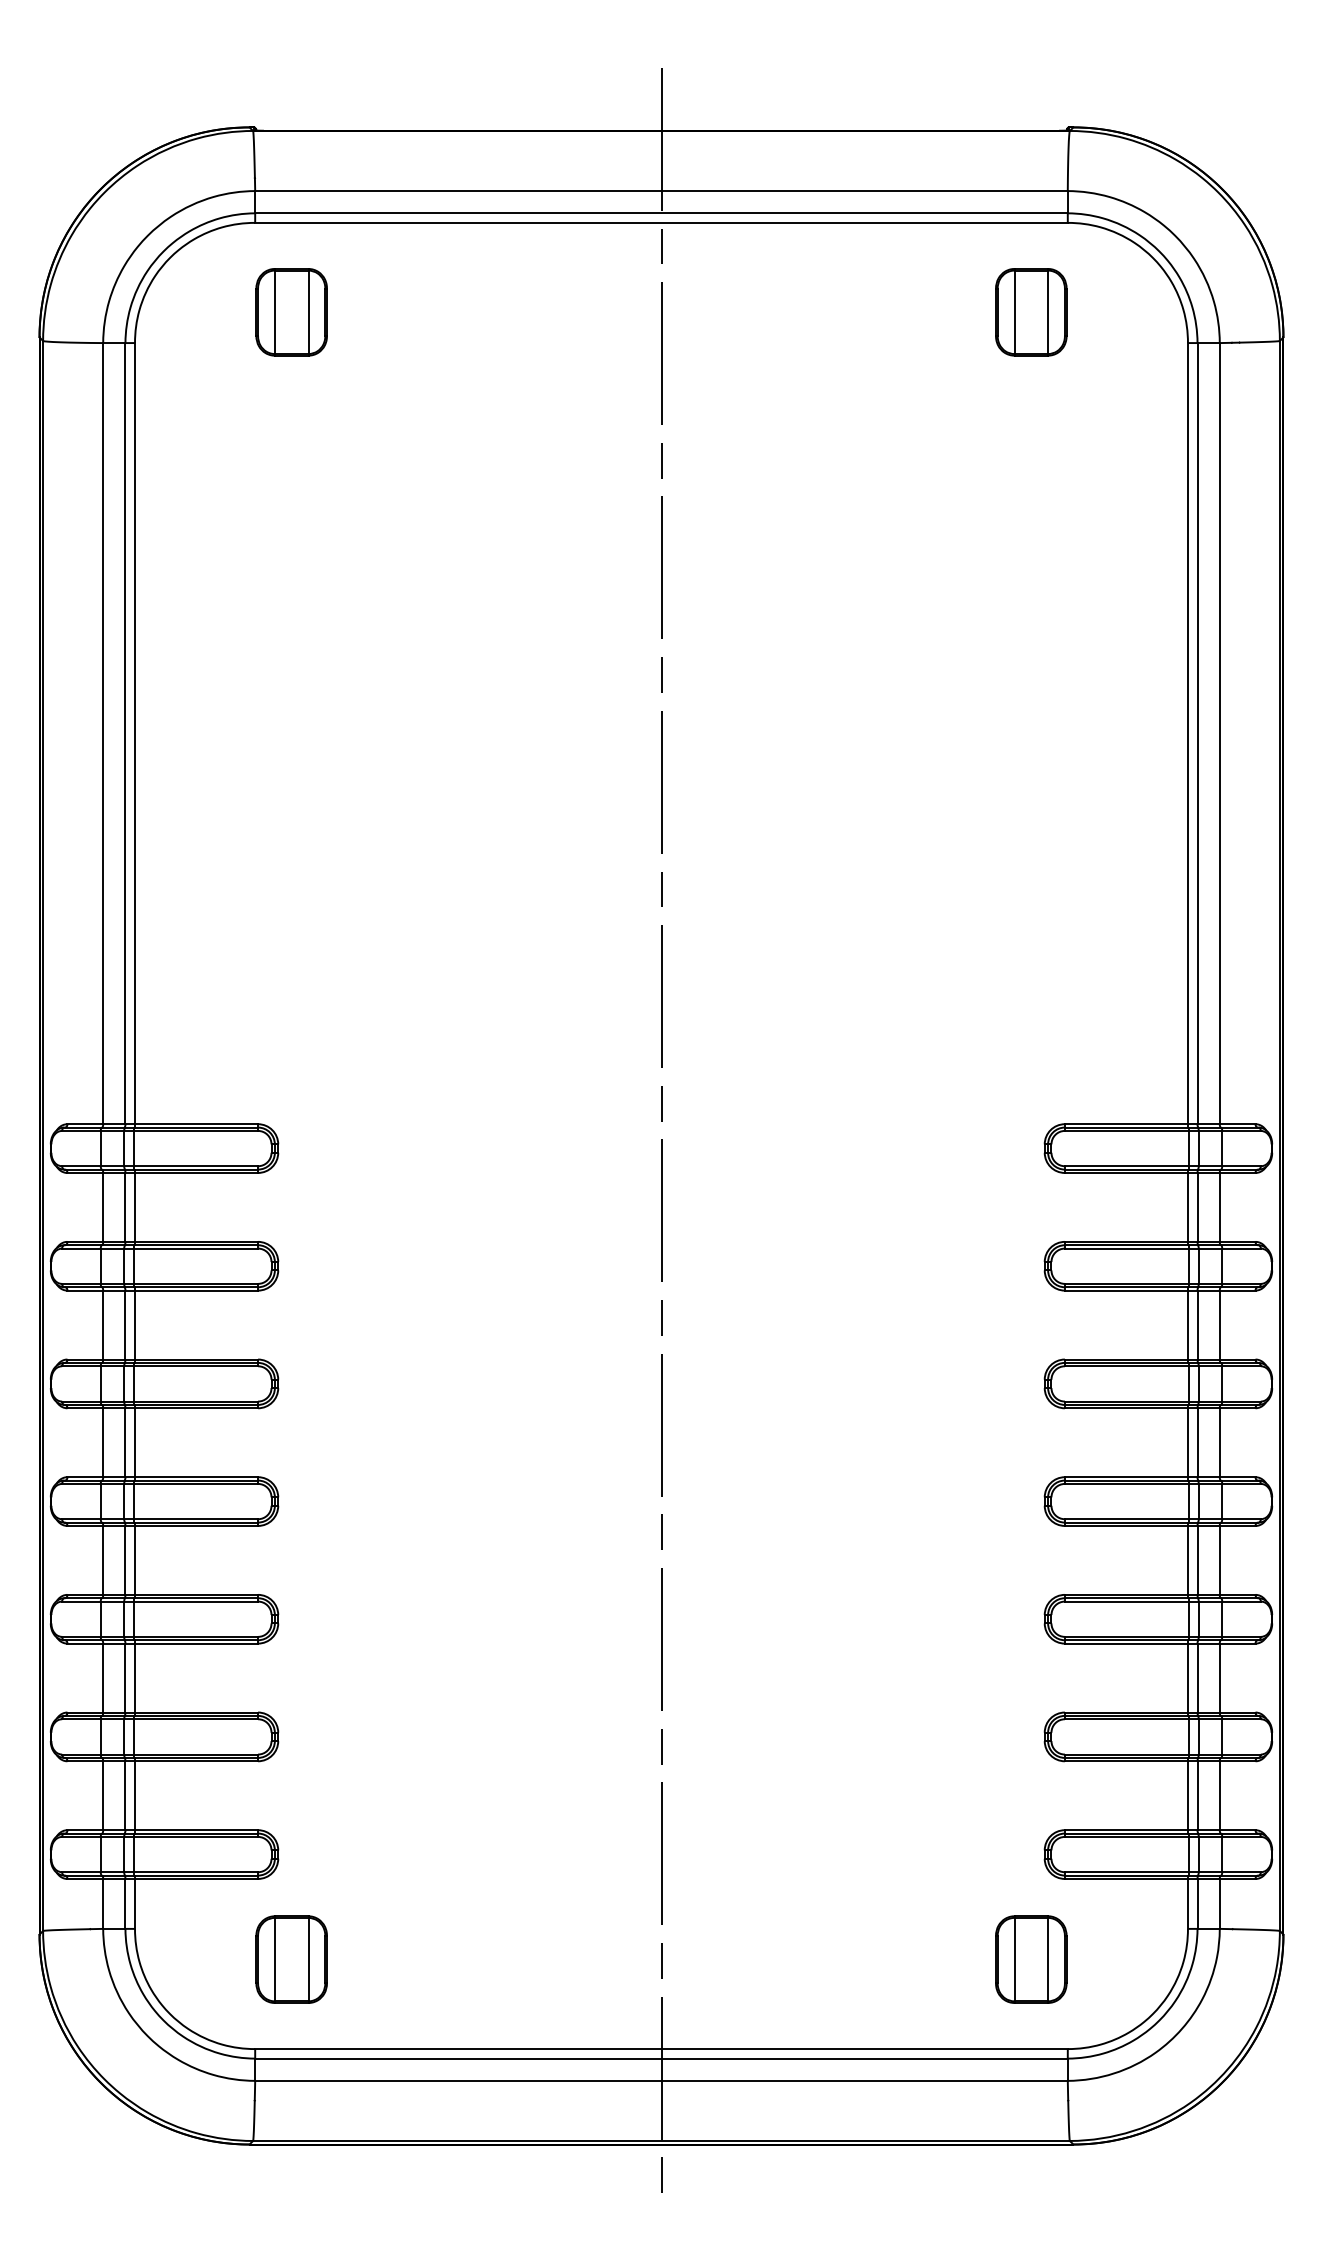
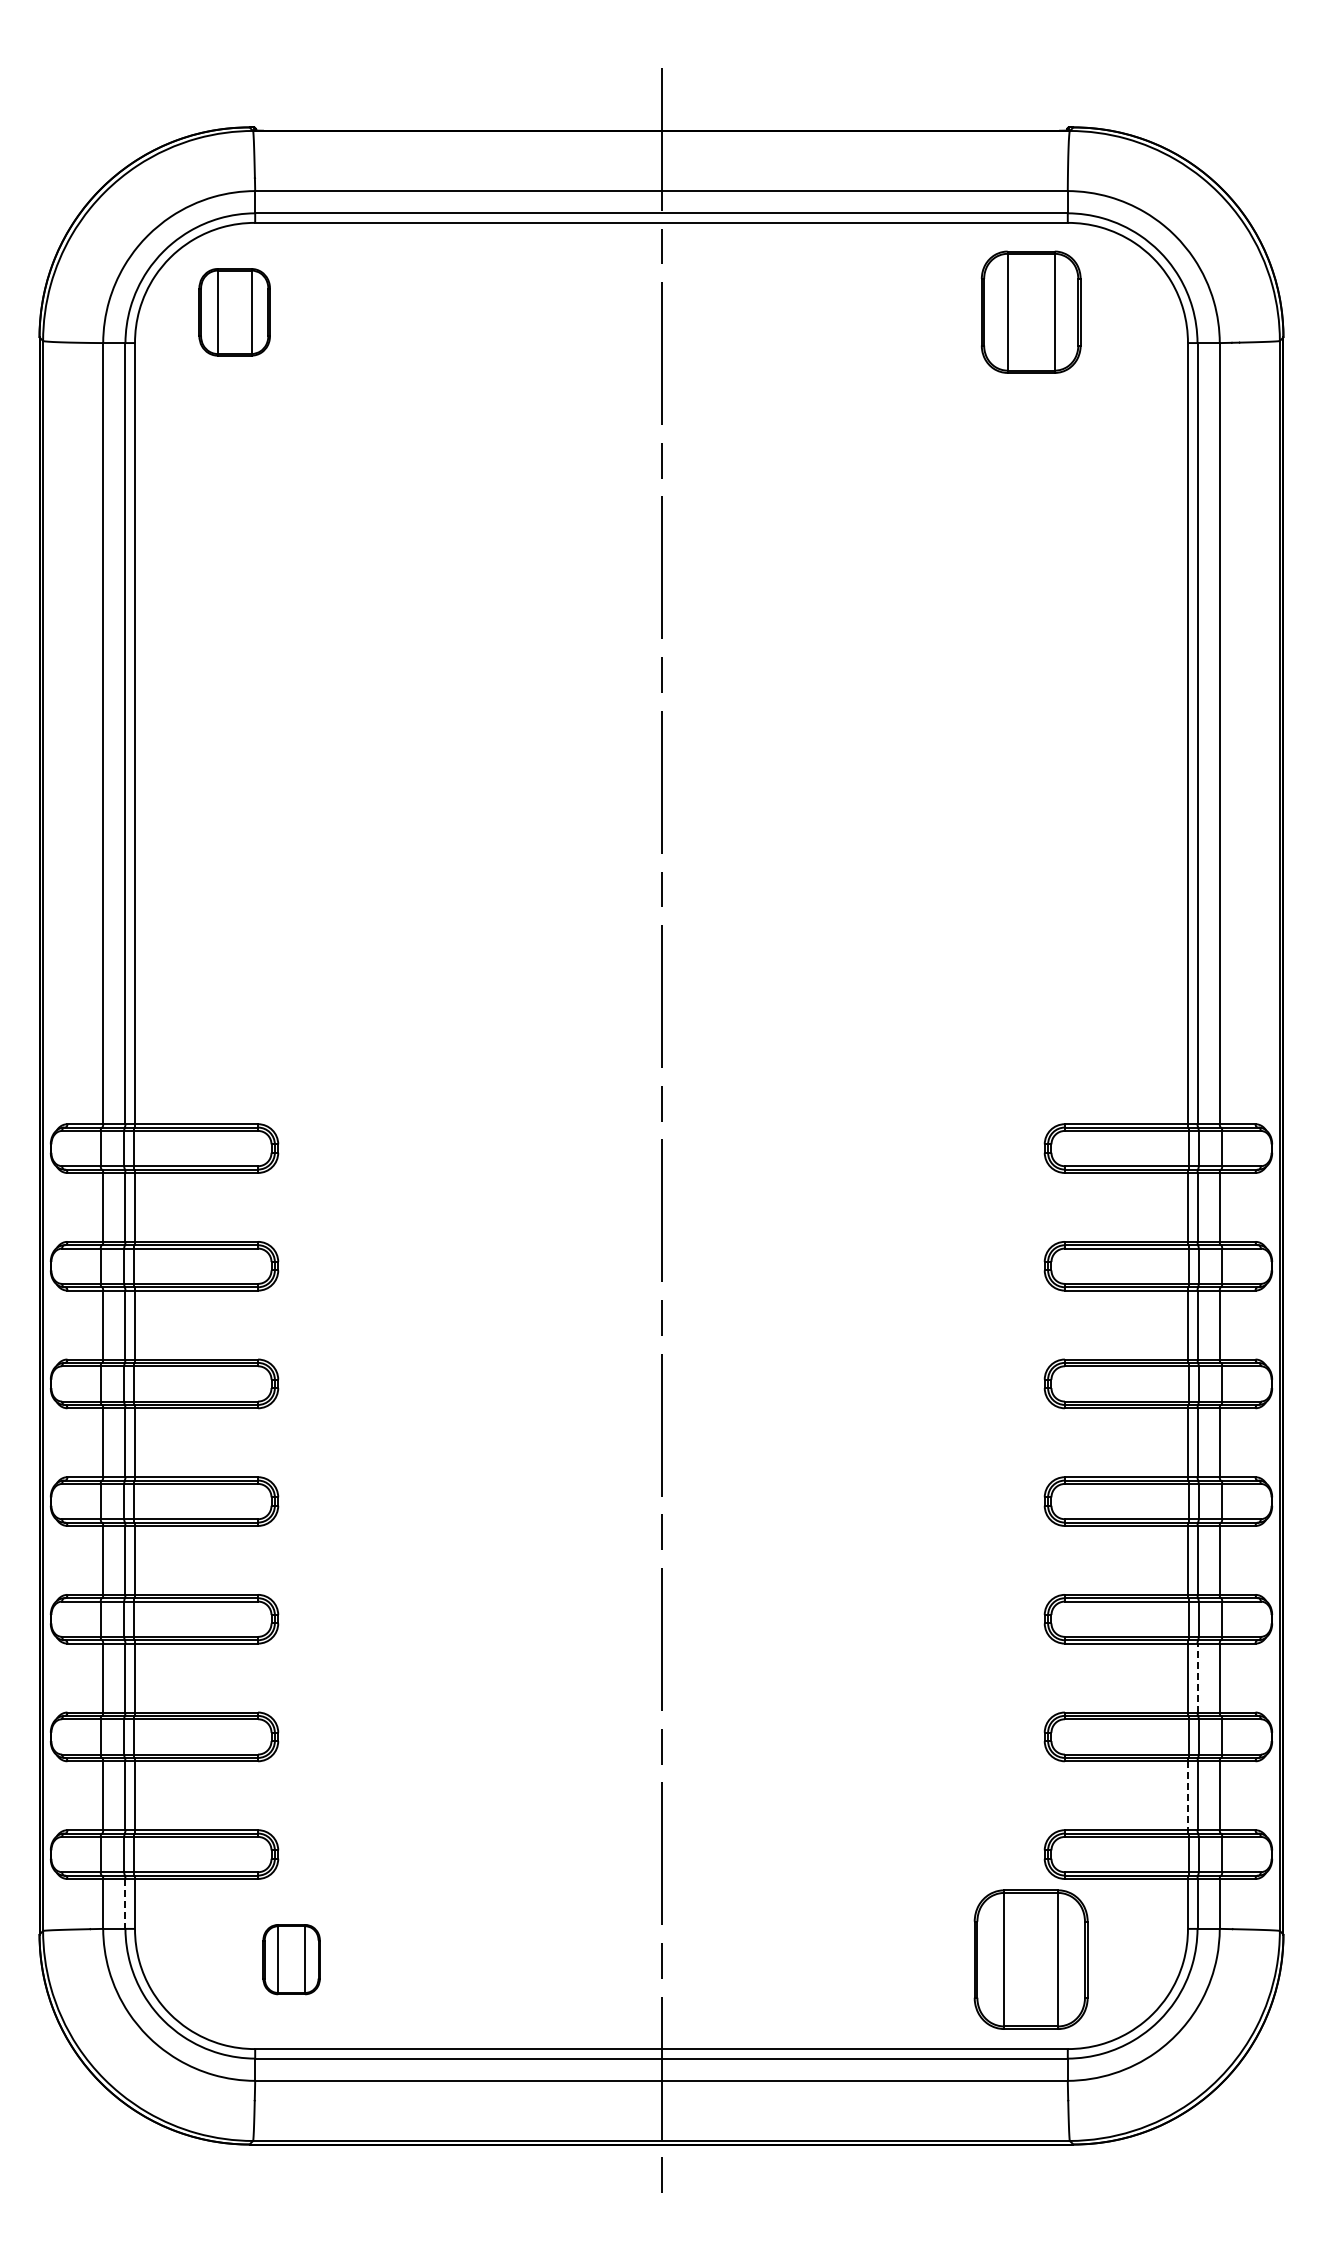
part at (291, 312) position: (291, 312) -> (234, 312)
part at (1031, 312) size: 73x89 px -> 102x124 px
line at (1197, 1677): solid -> dashed
line at (1187, 1796): solid -> dashed
line at (125, 1903): solid -> dashed
part at (291, 1959) size: 73x89 px -> 59x72 px
part at (1031, 1959) size: 73x89 px -> 116x141 px
